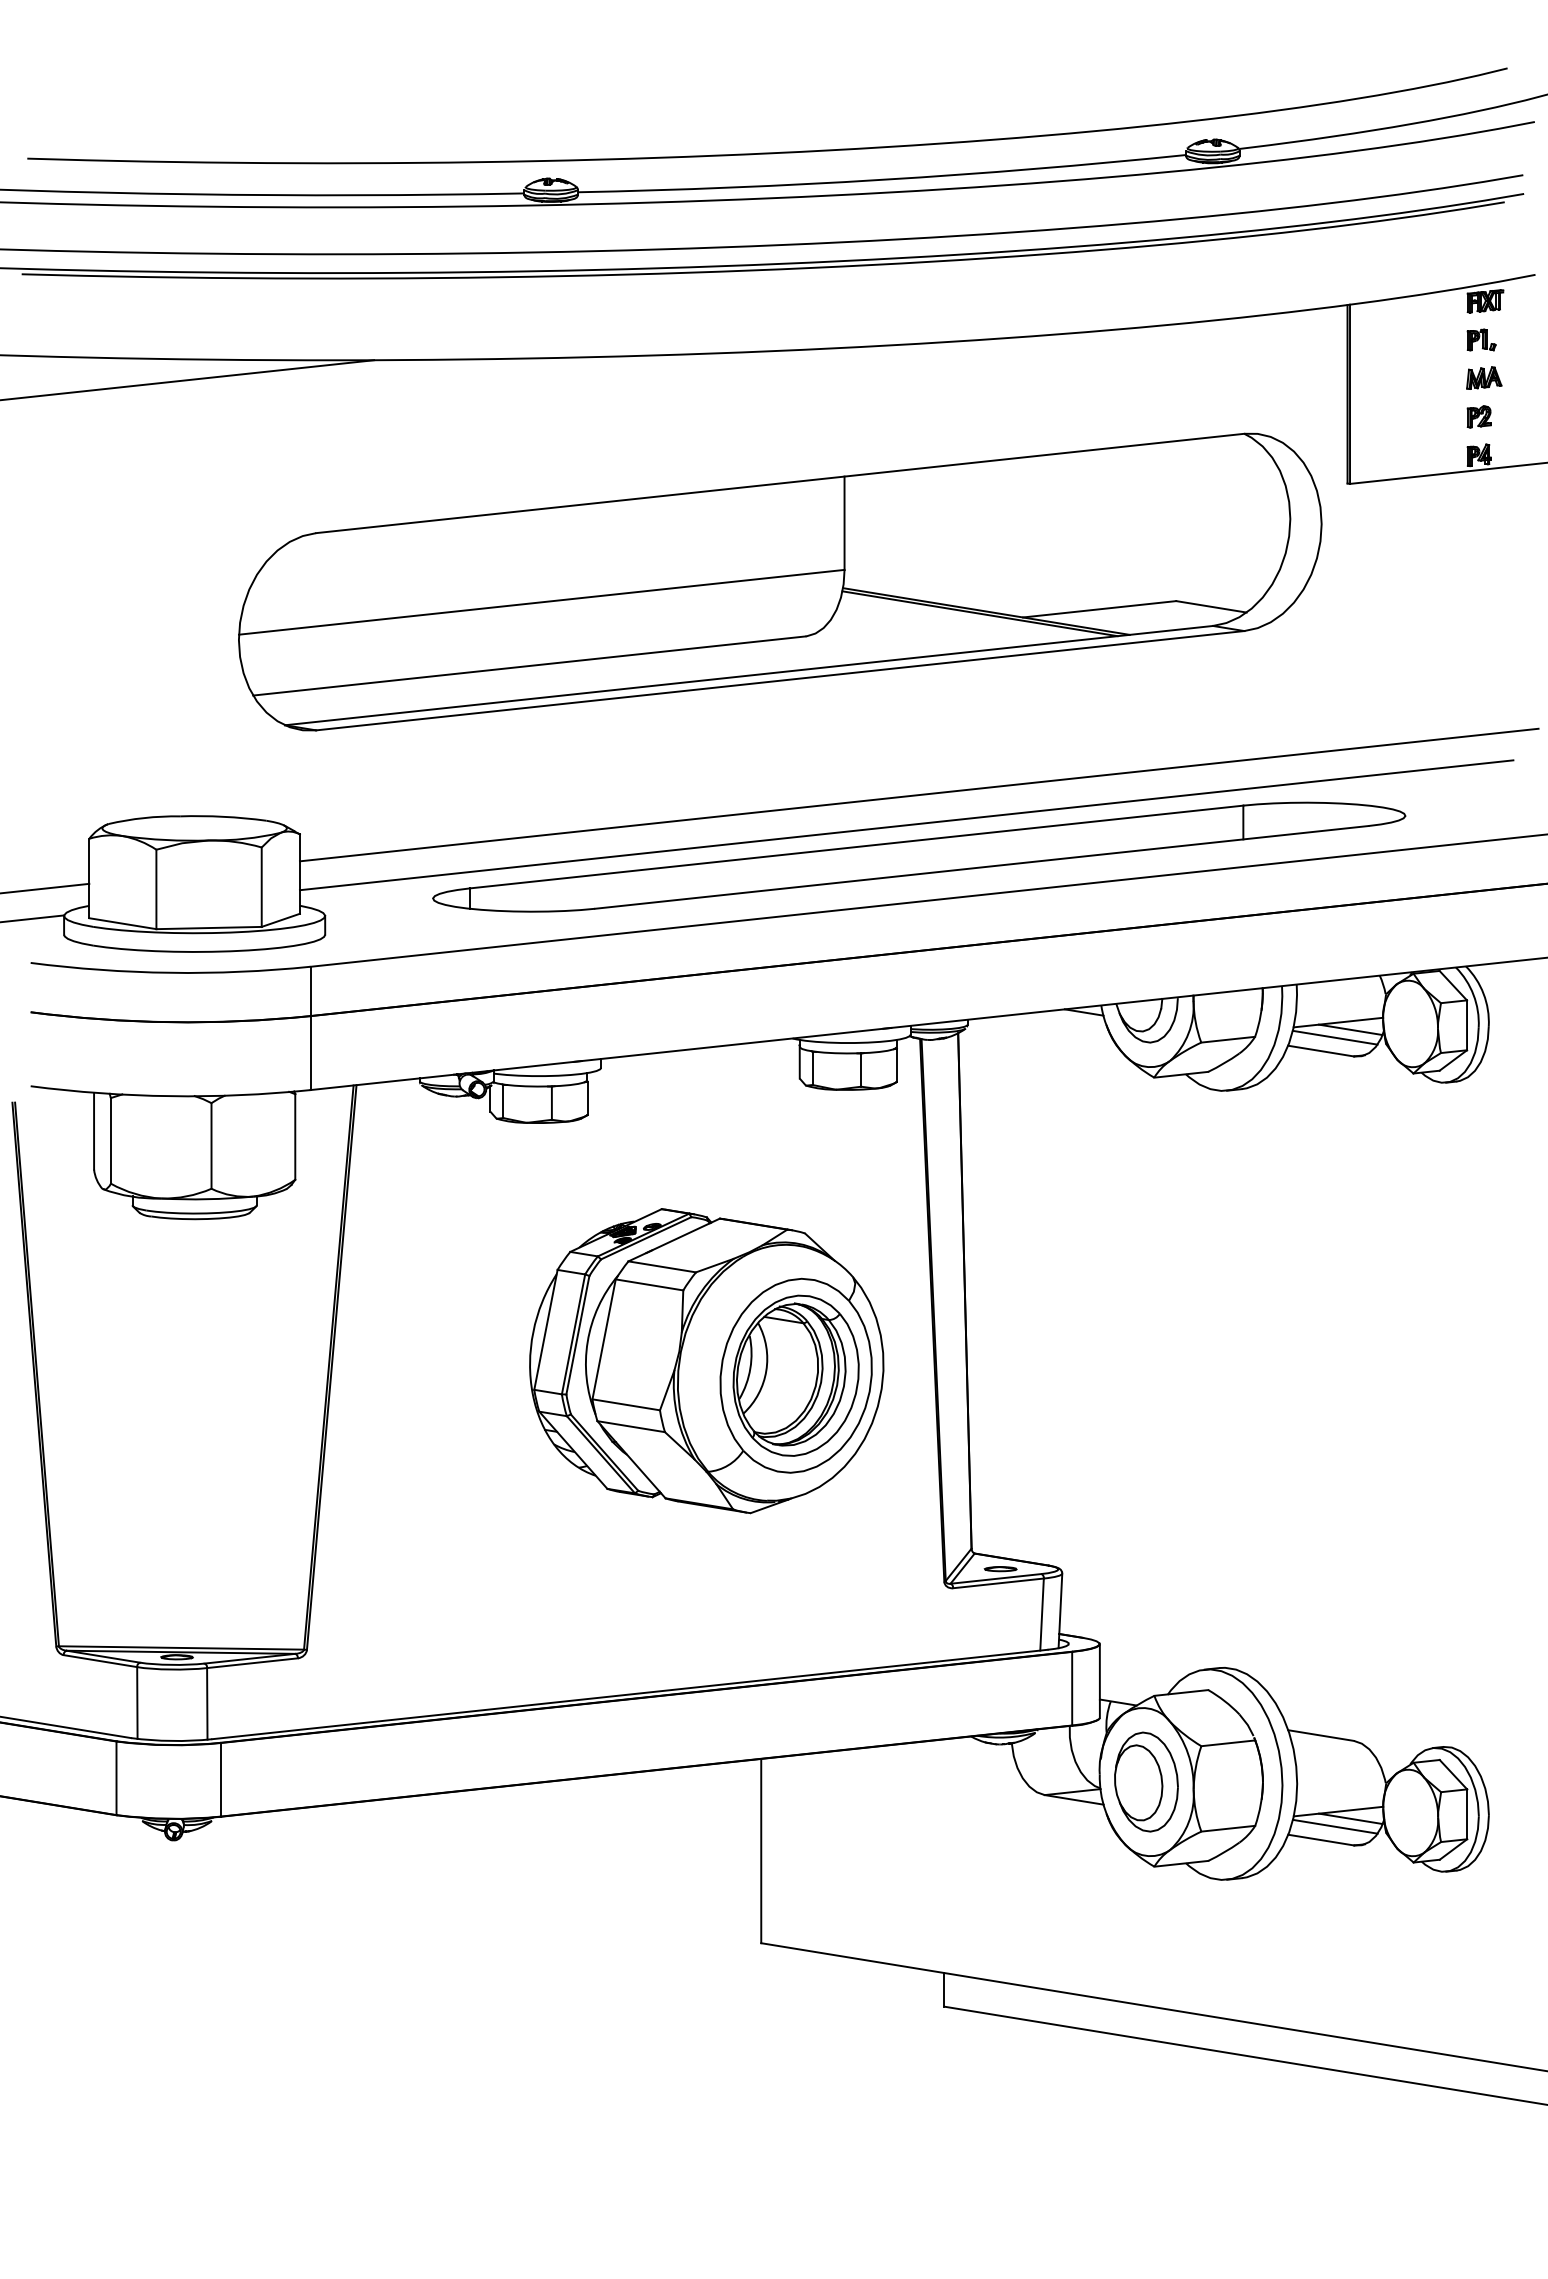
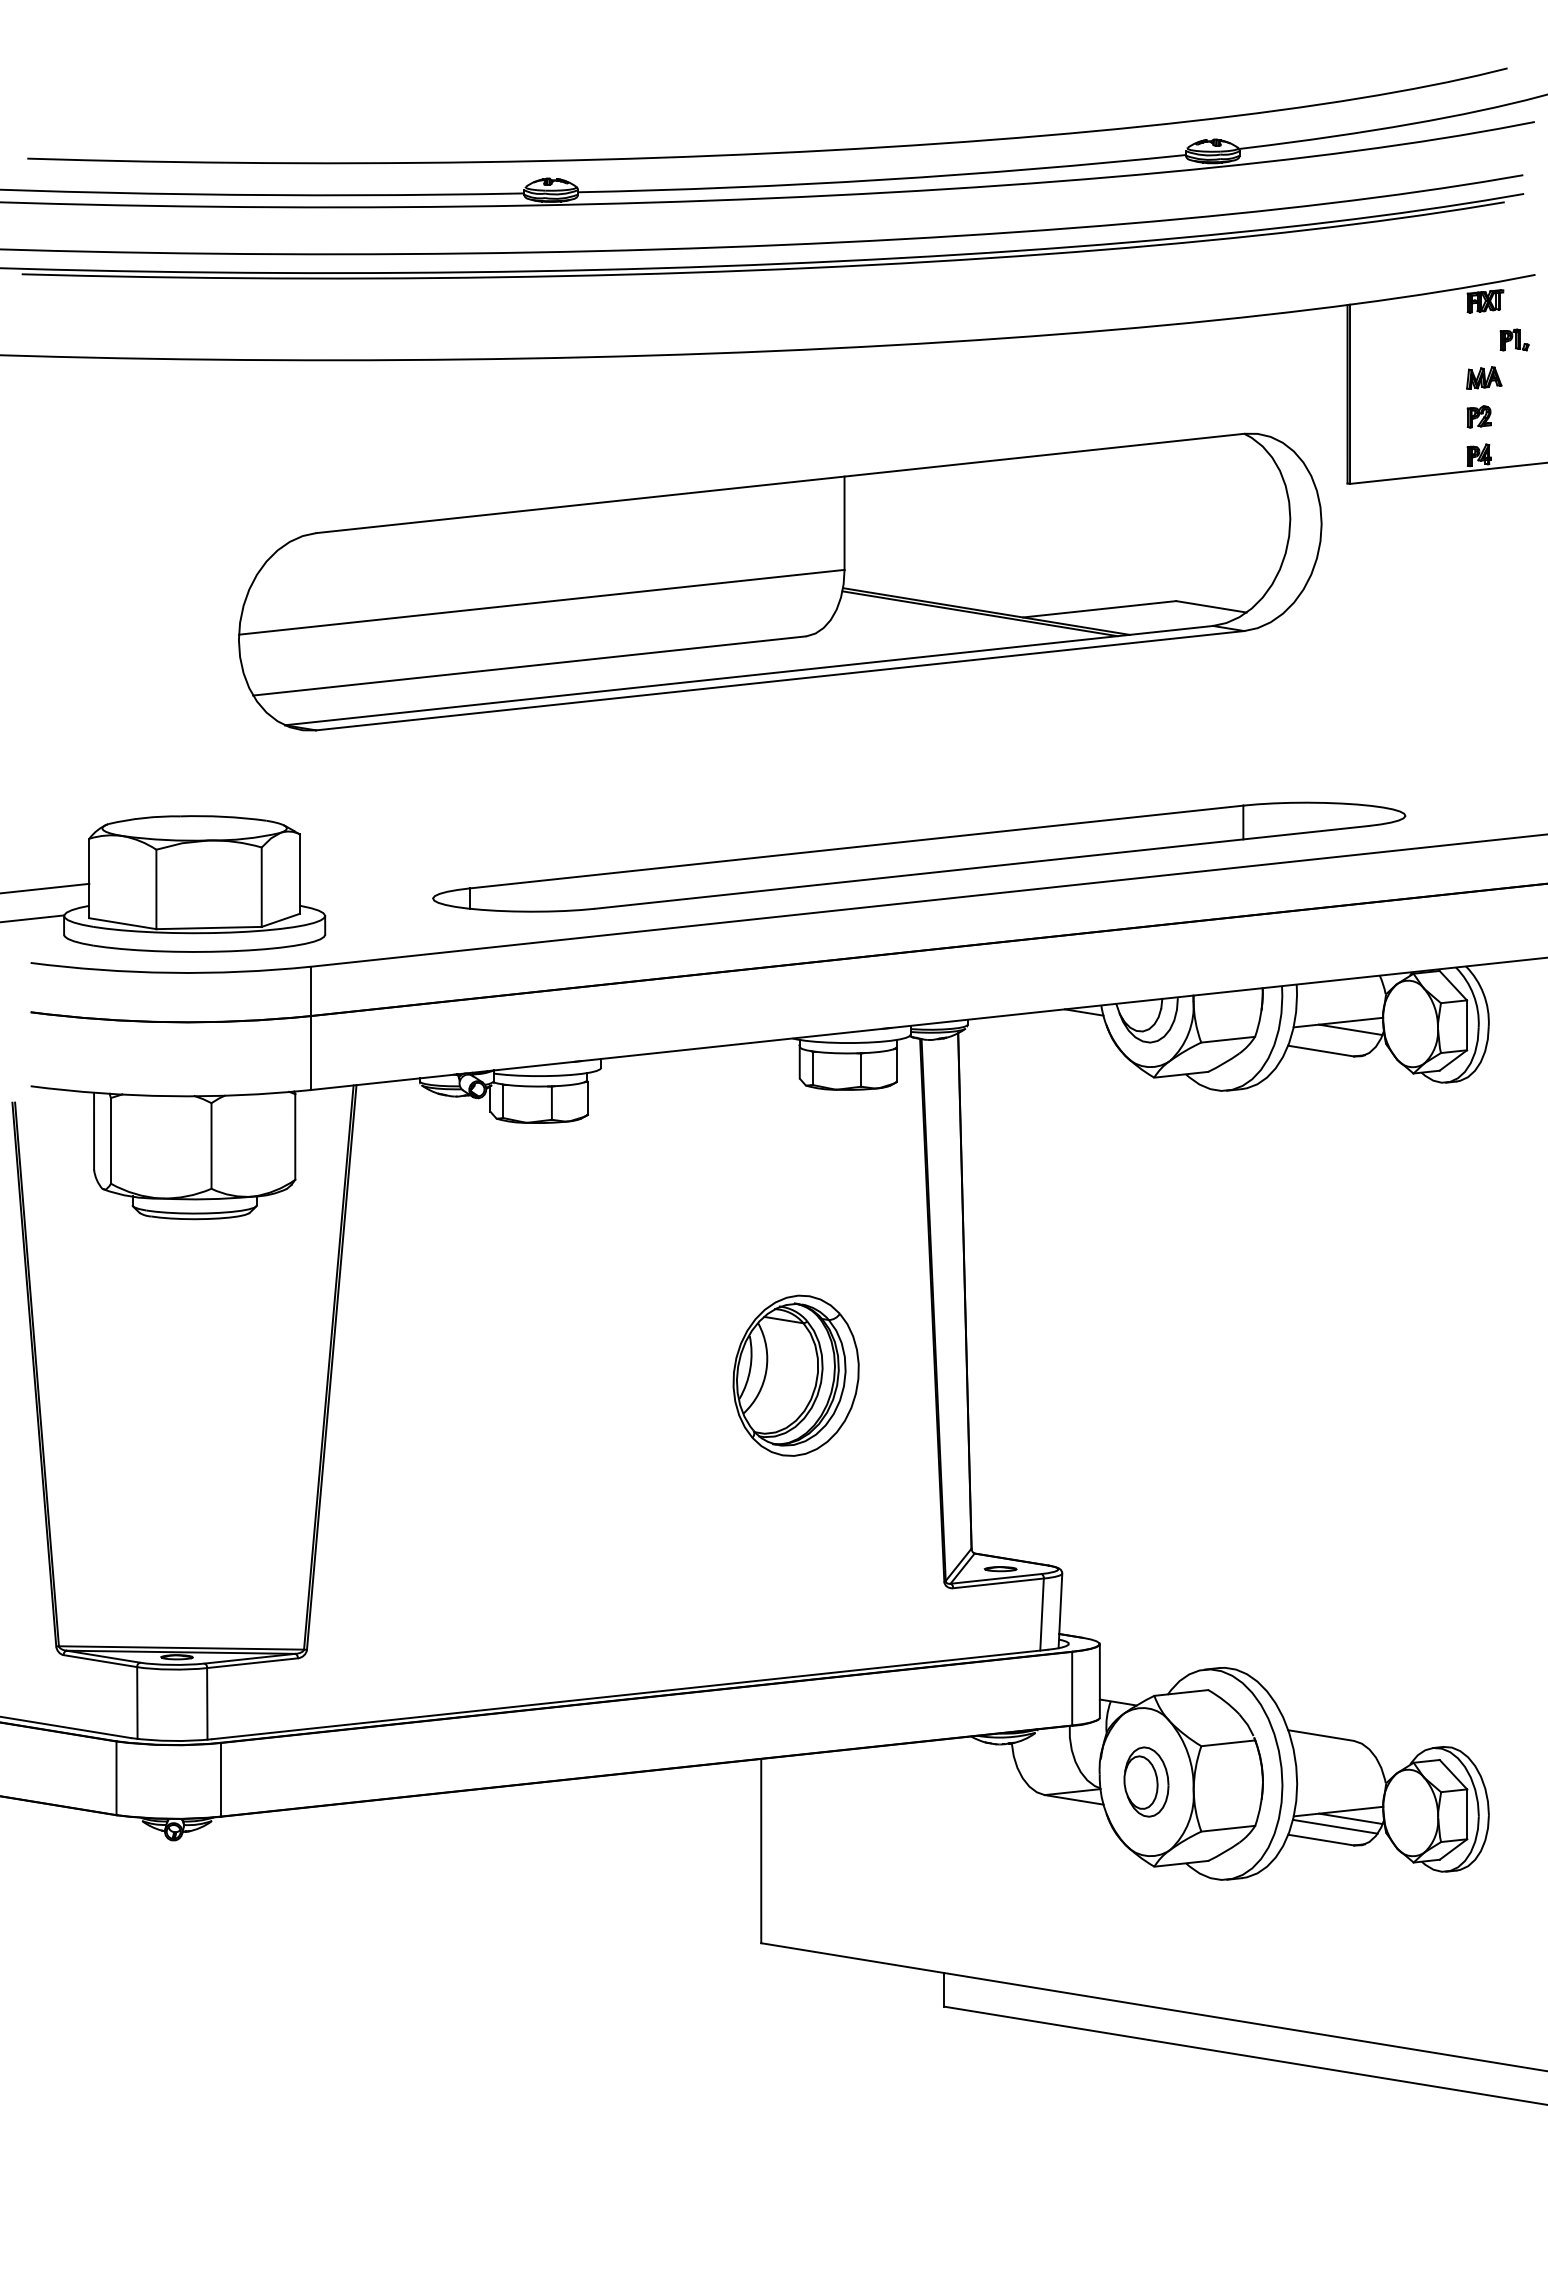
part at (1481, 339) position: (1481, 339) -> (1514, 339)
line at (188, 380): present -> none
line at (918, 794): present -> none
line at (906, 825): present -> none
line at (1334, 1037): present -> none
part at (706, 1361): present -> none
part at (1146, 1781) size: 65x102 px -> 47x72 px
